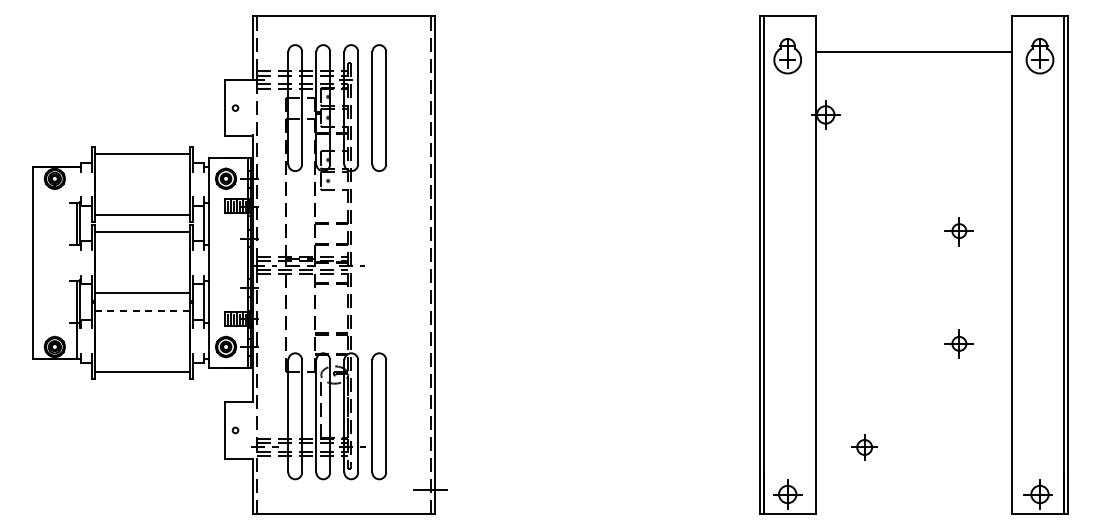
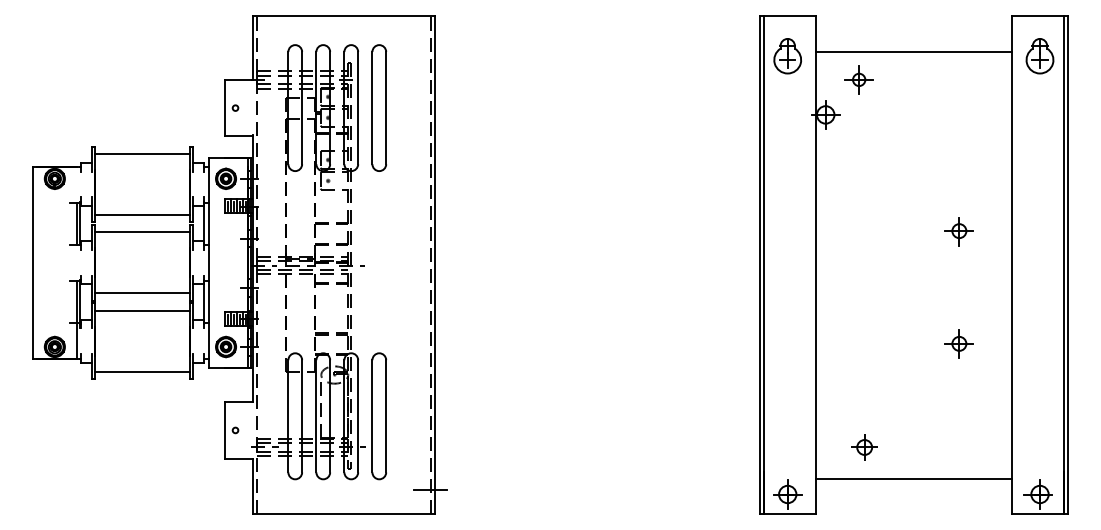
part at (858, 79): none -> present
line at (142, 310): dashed -> solid
line at (913, 479): none -> present
